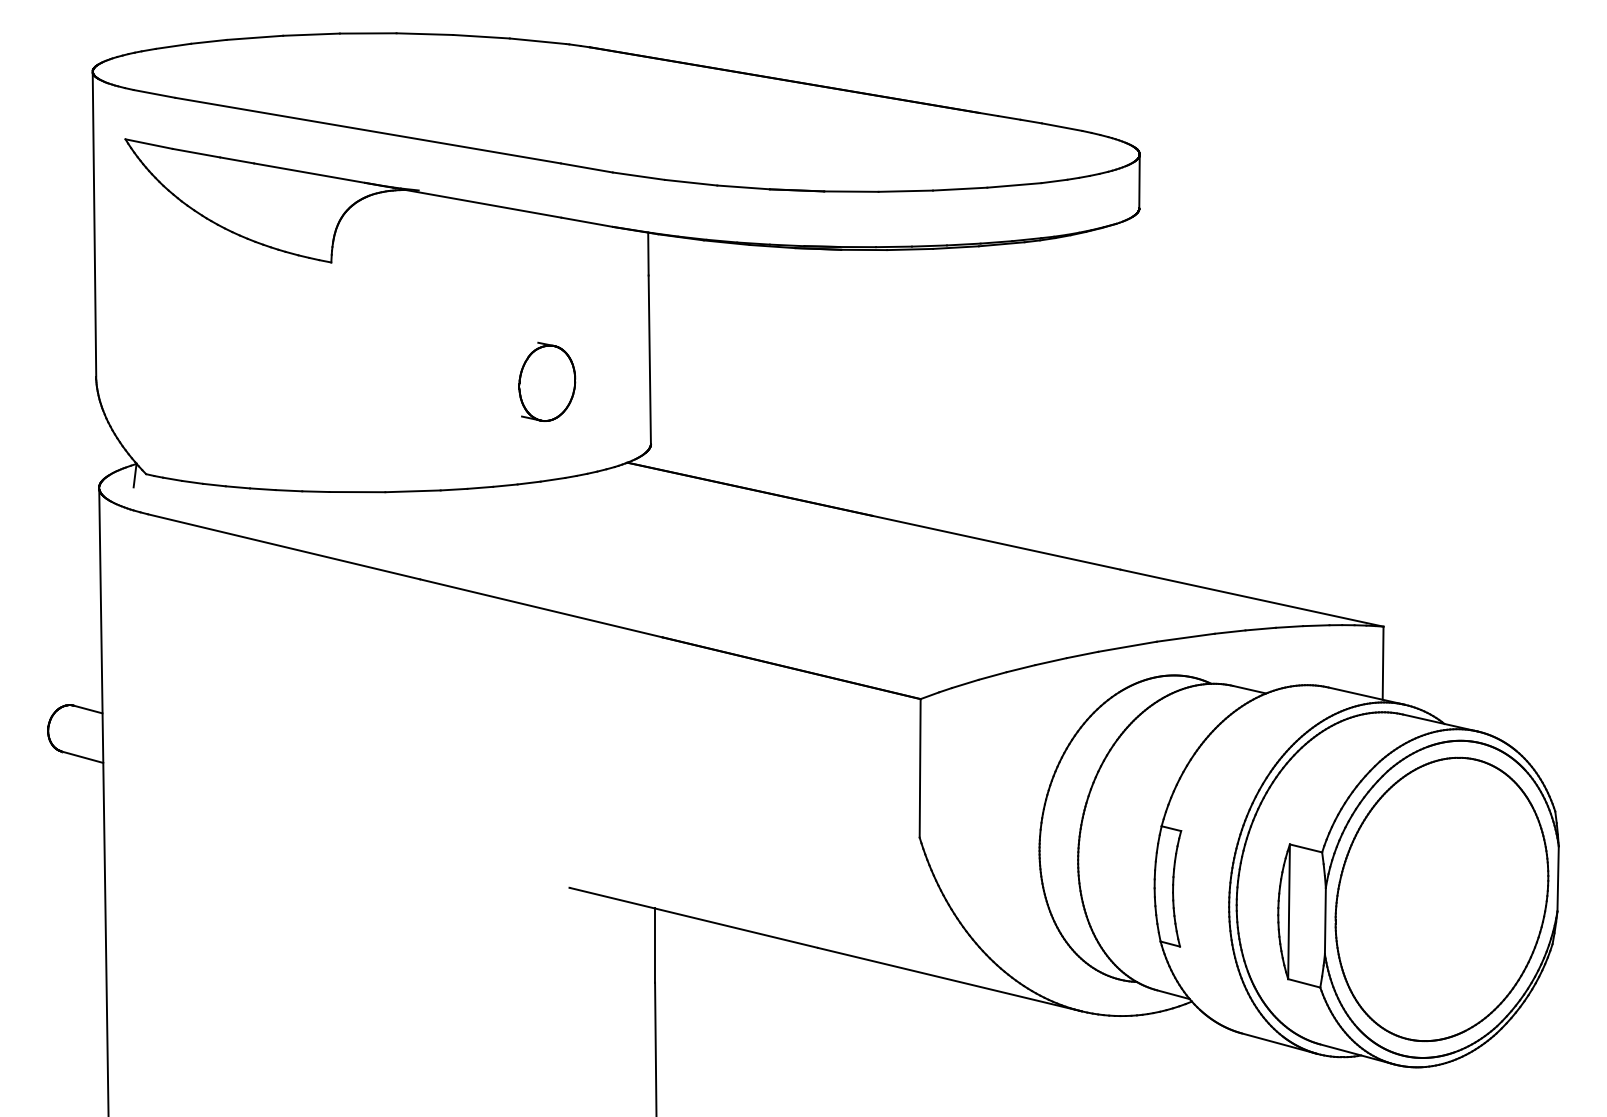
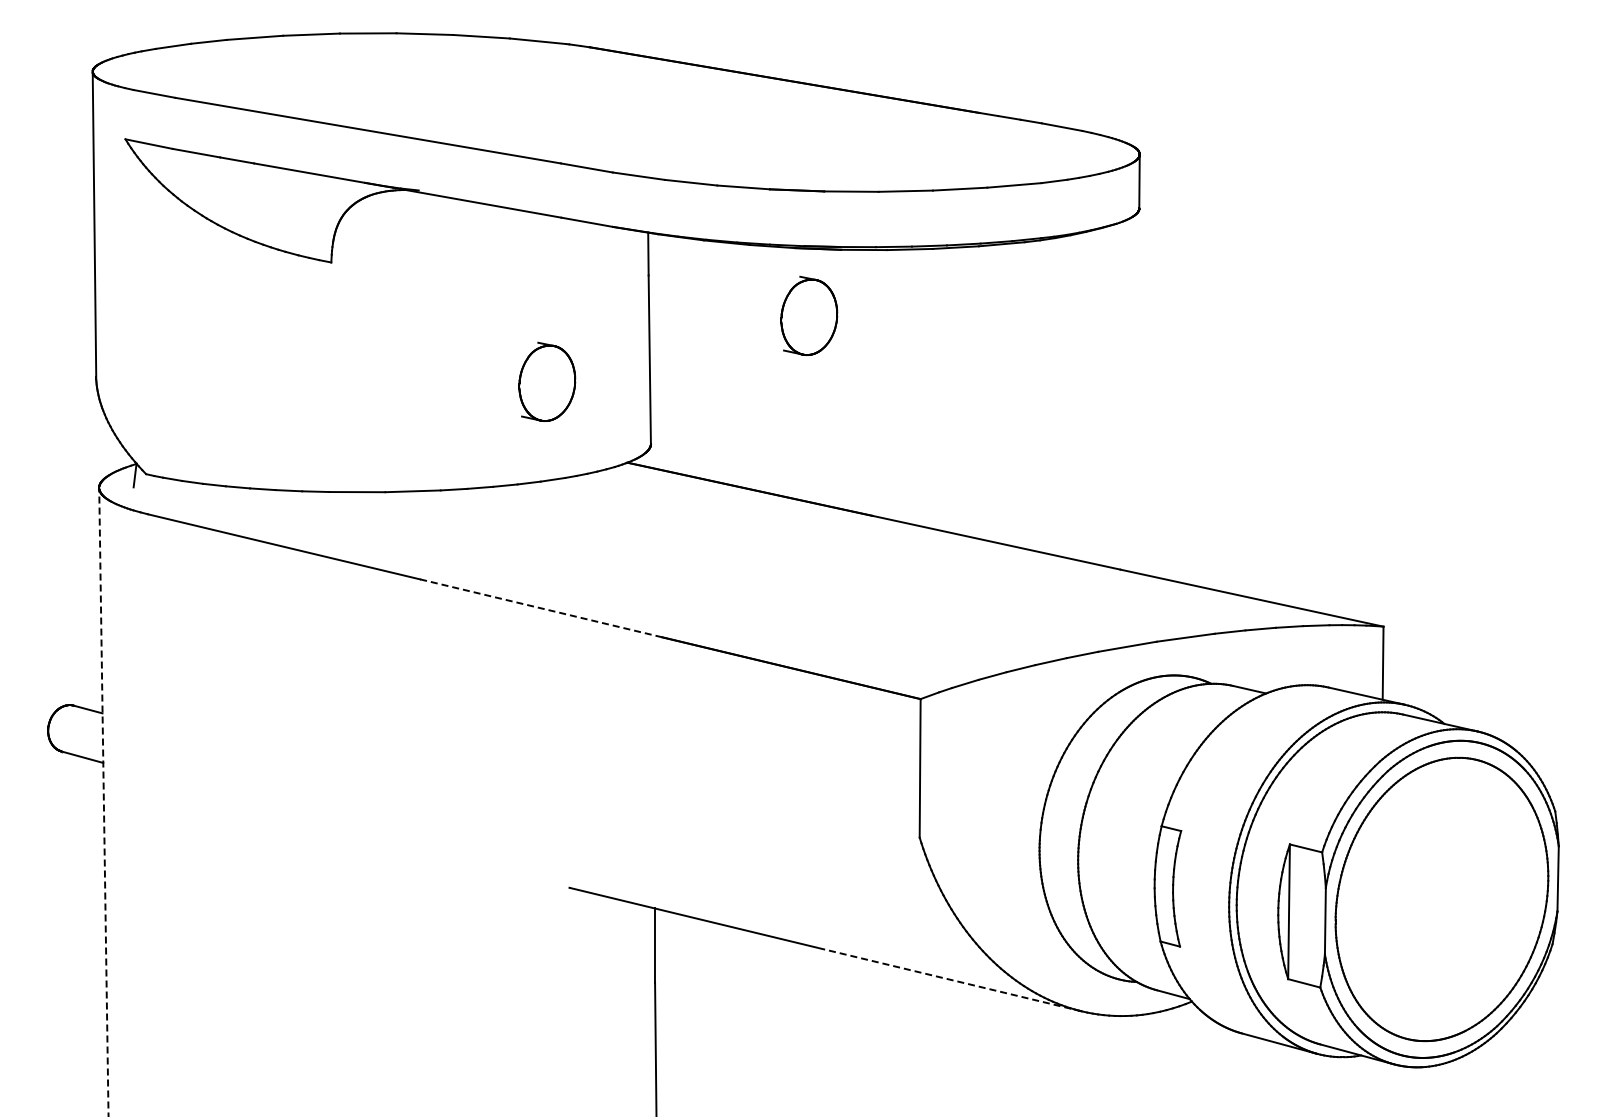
part at (809, 315): none -> present
line at (541, 608): solid -> dashed
line at (103, 801): solid -> dashed
line at (949, 979): solid -> dashed
